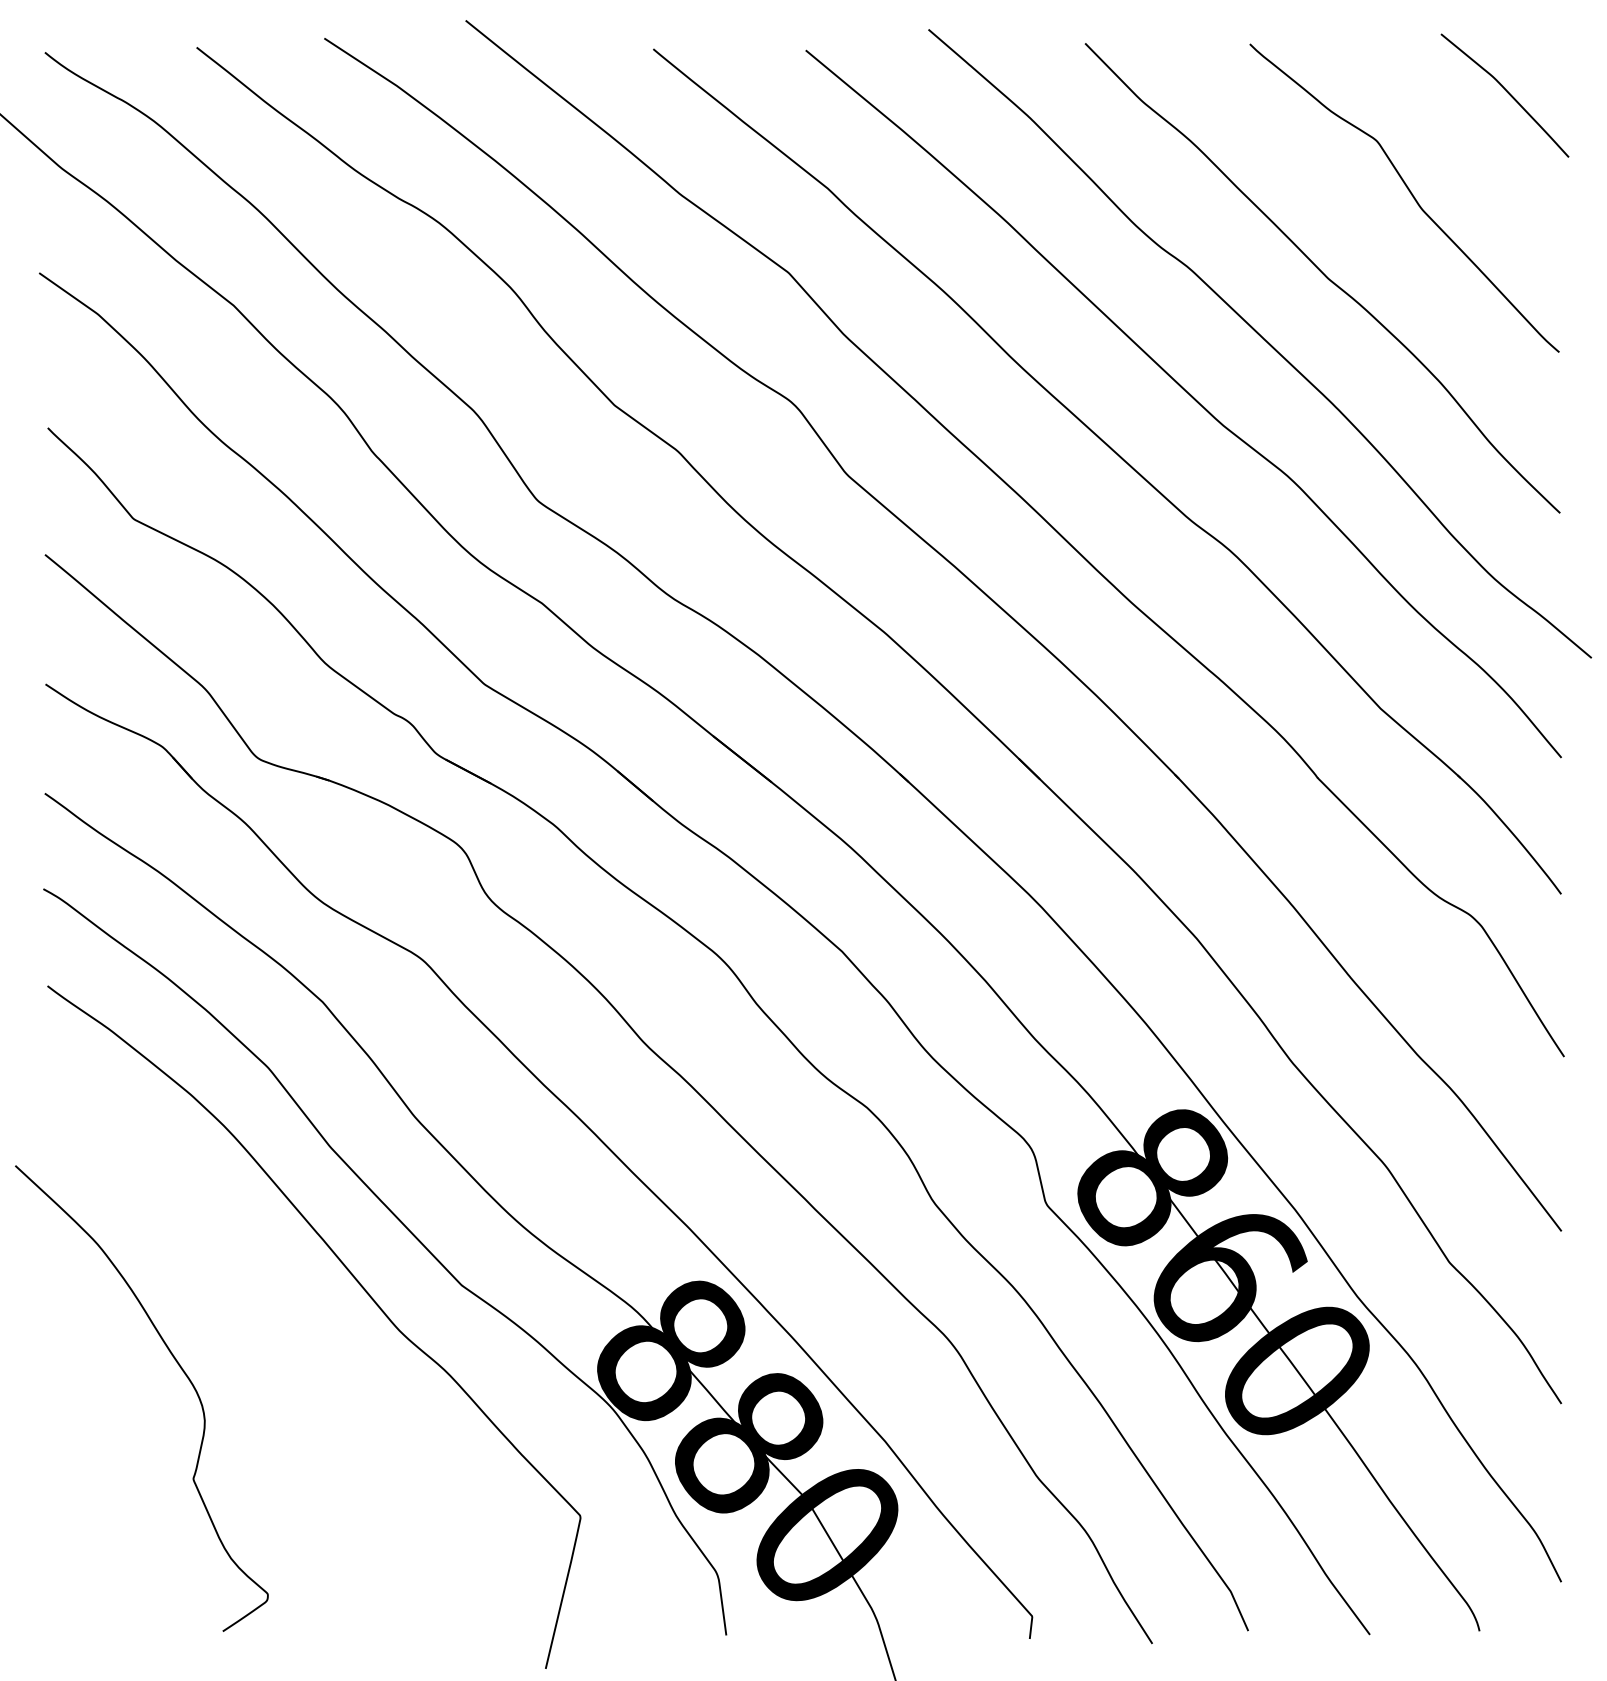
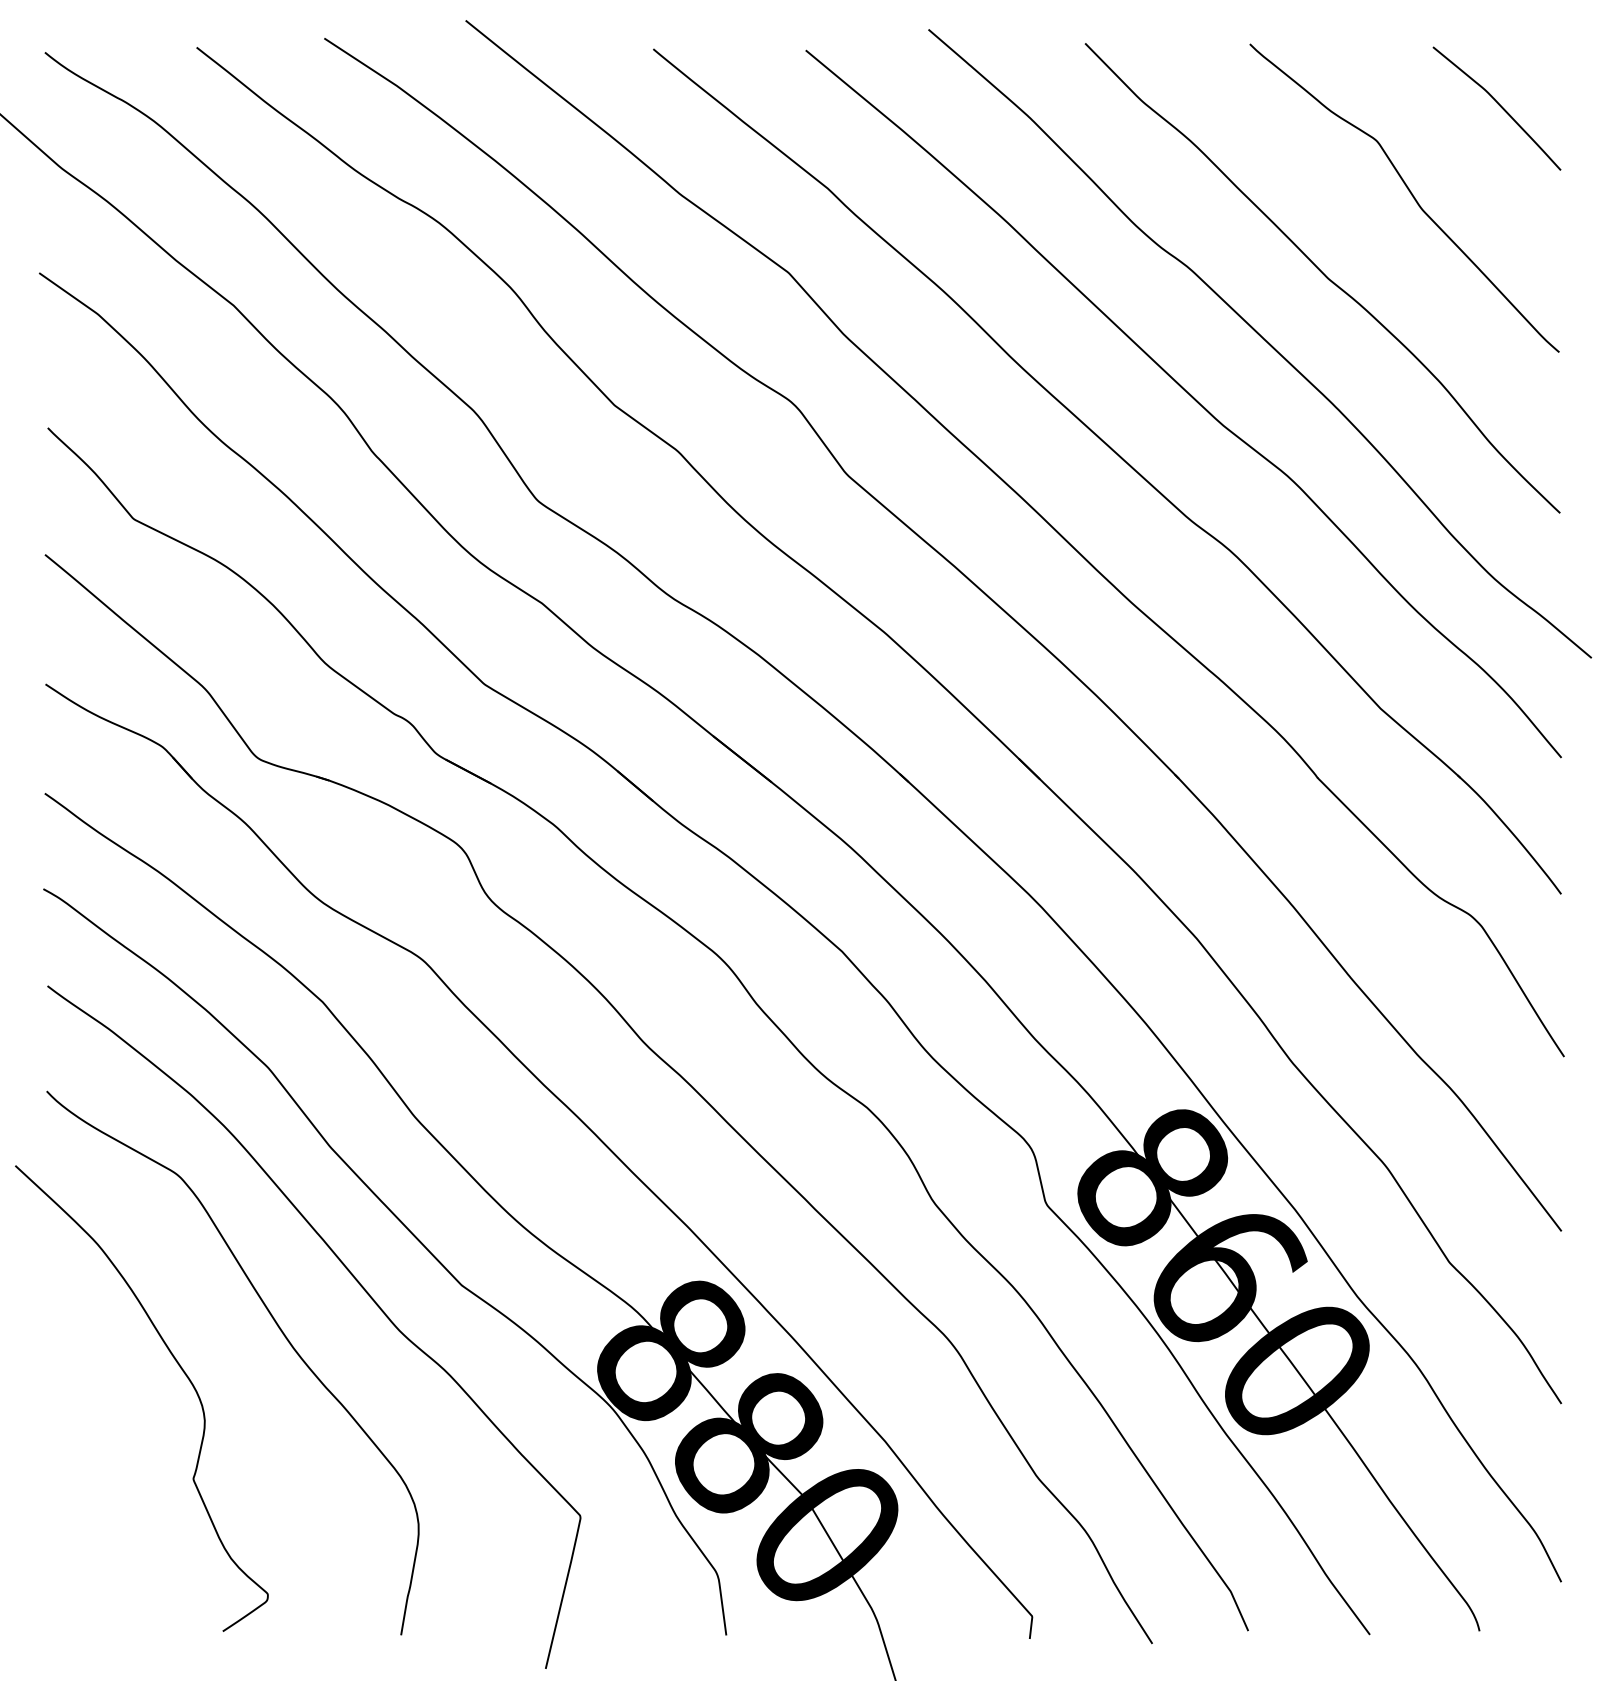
curve at (1506, 92) position: (1506, 92) -> (1498, 105)
curve at (280, 1331): none -> present
